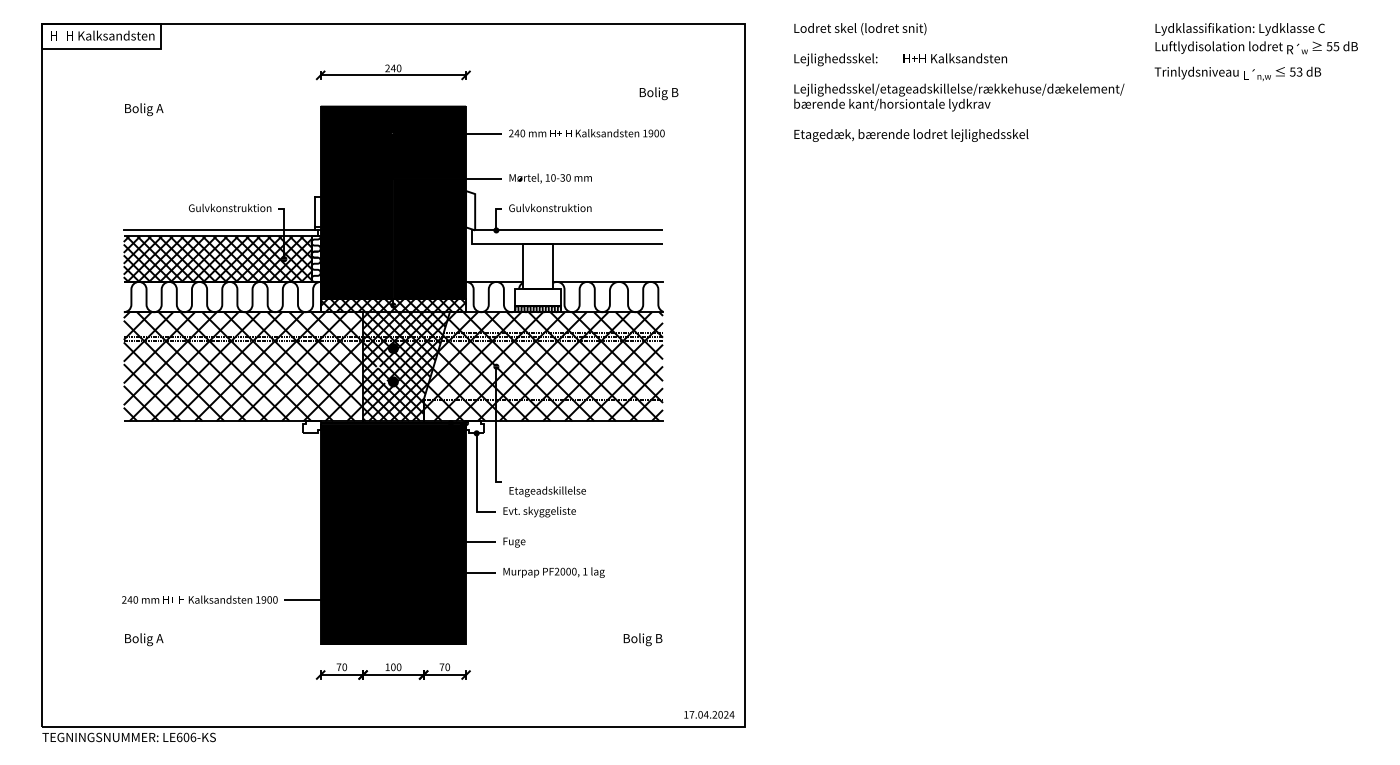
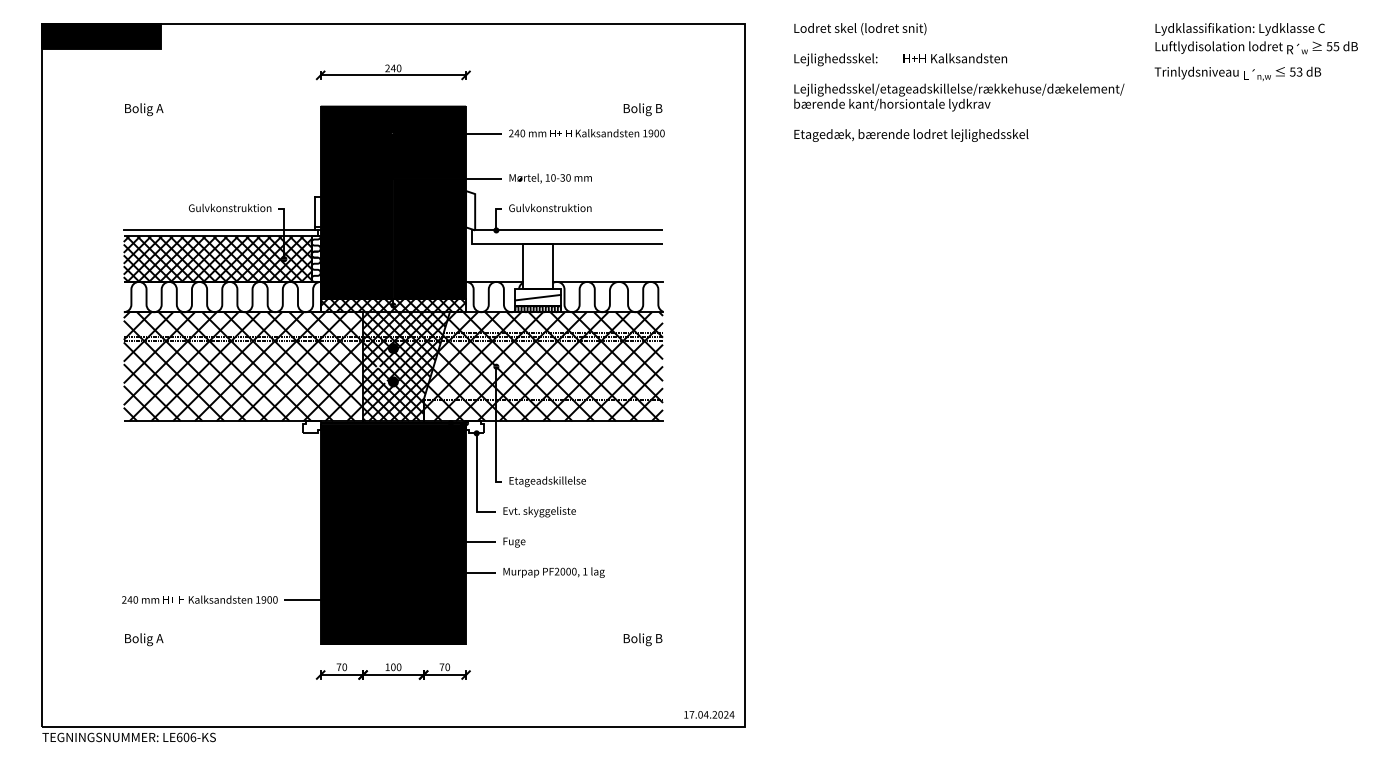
fill at (101, 35): none -> present
text at (658, 93) position: (658, 93) -> (642, 109)
line at (537, 297): none -> present
text at (547, 491) position: (547, 491) -> (547, 481)
